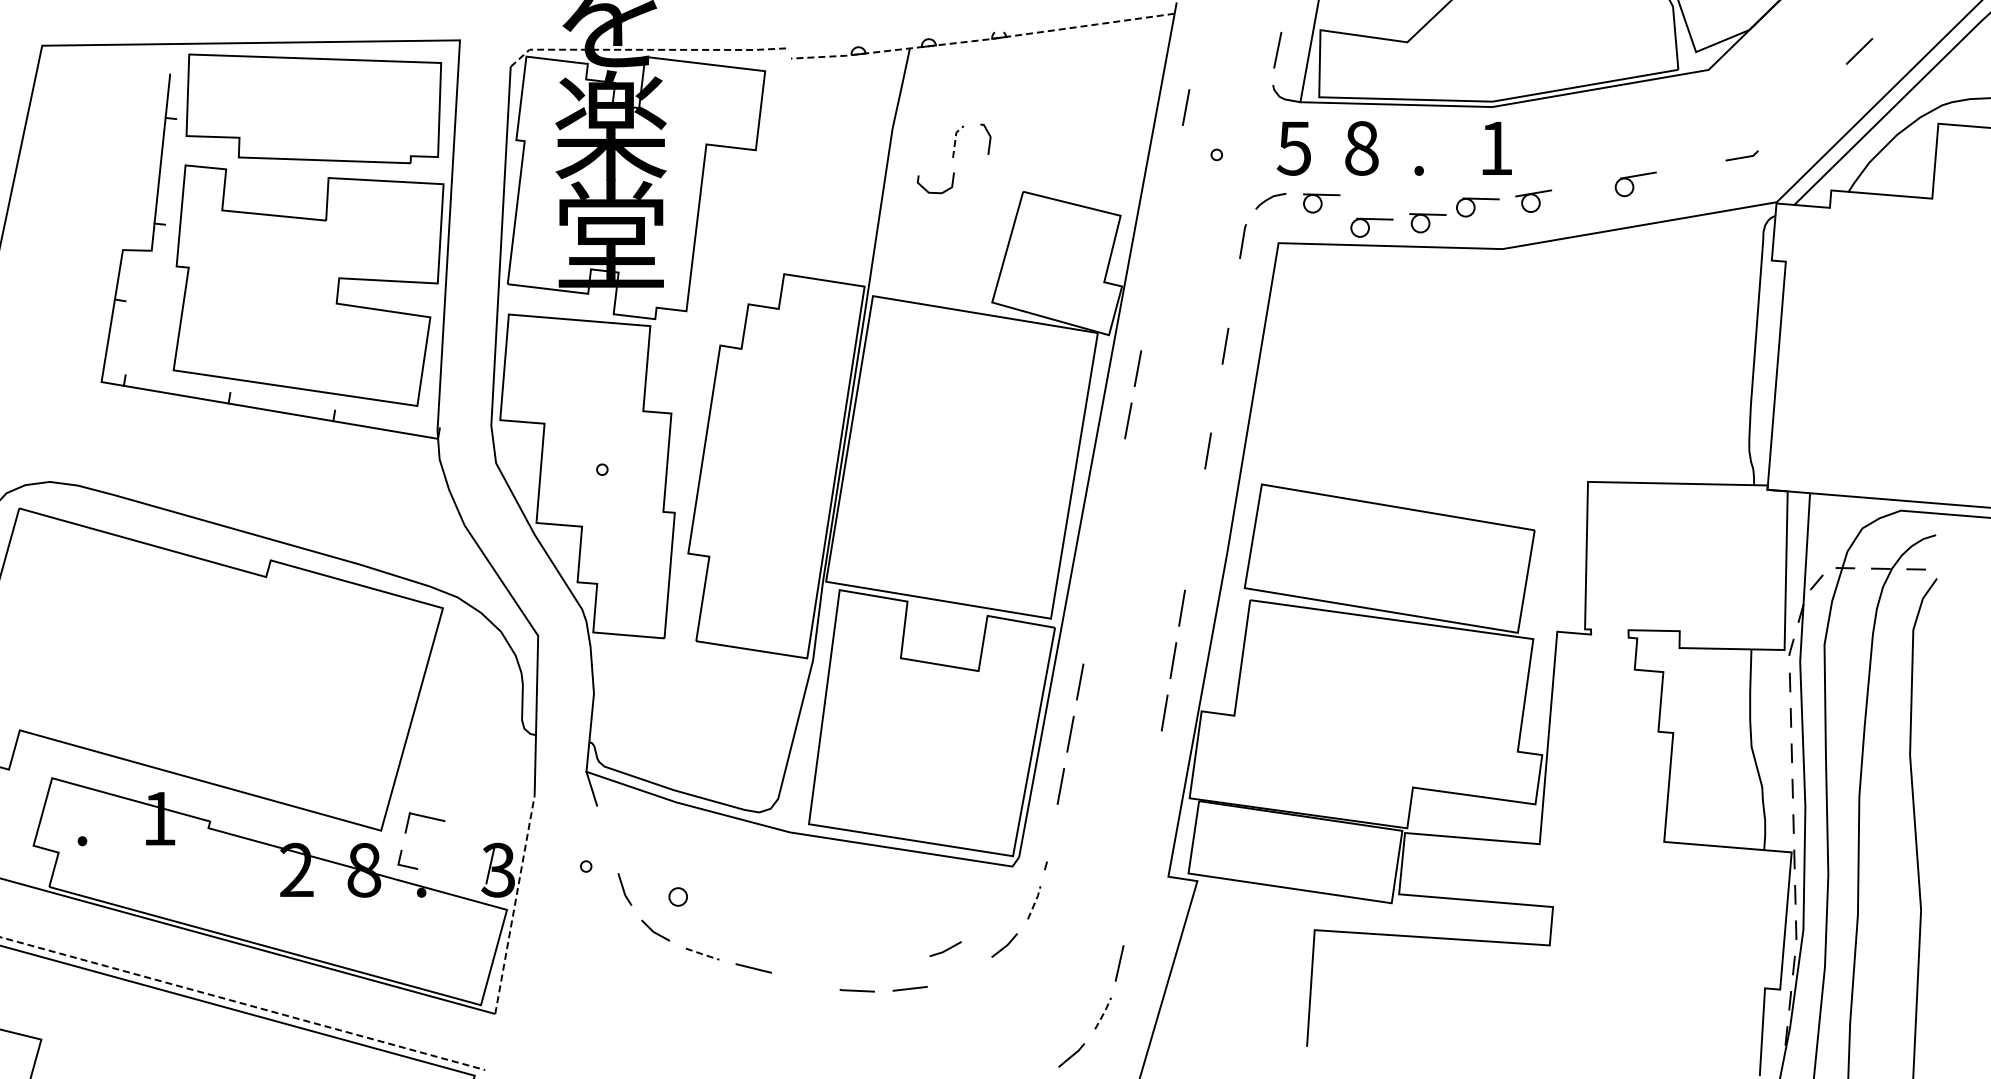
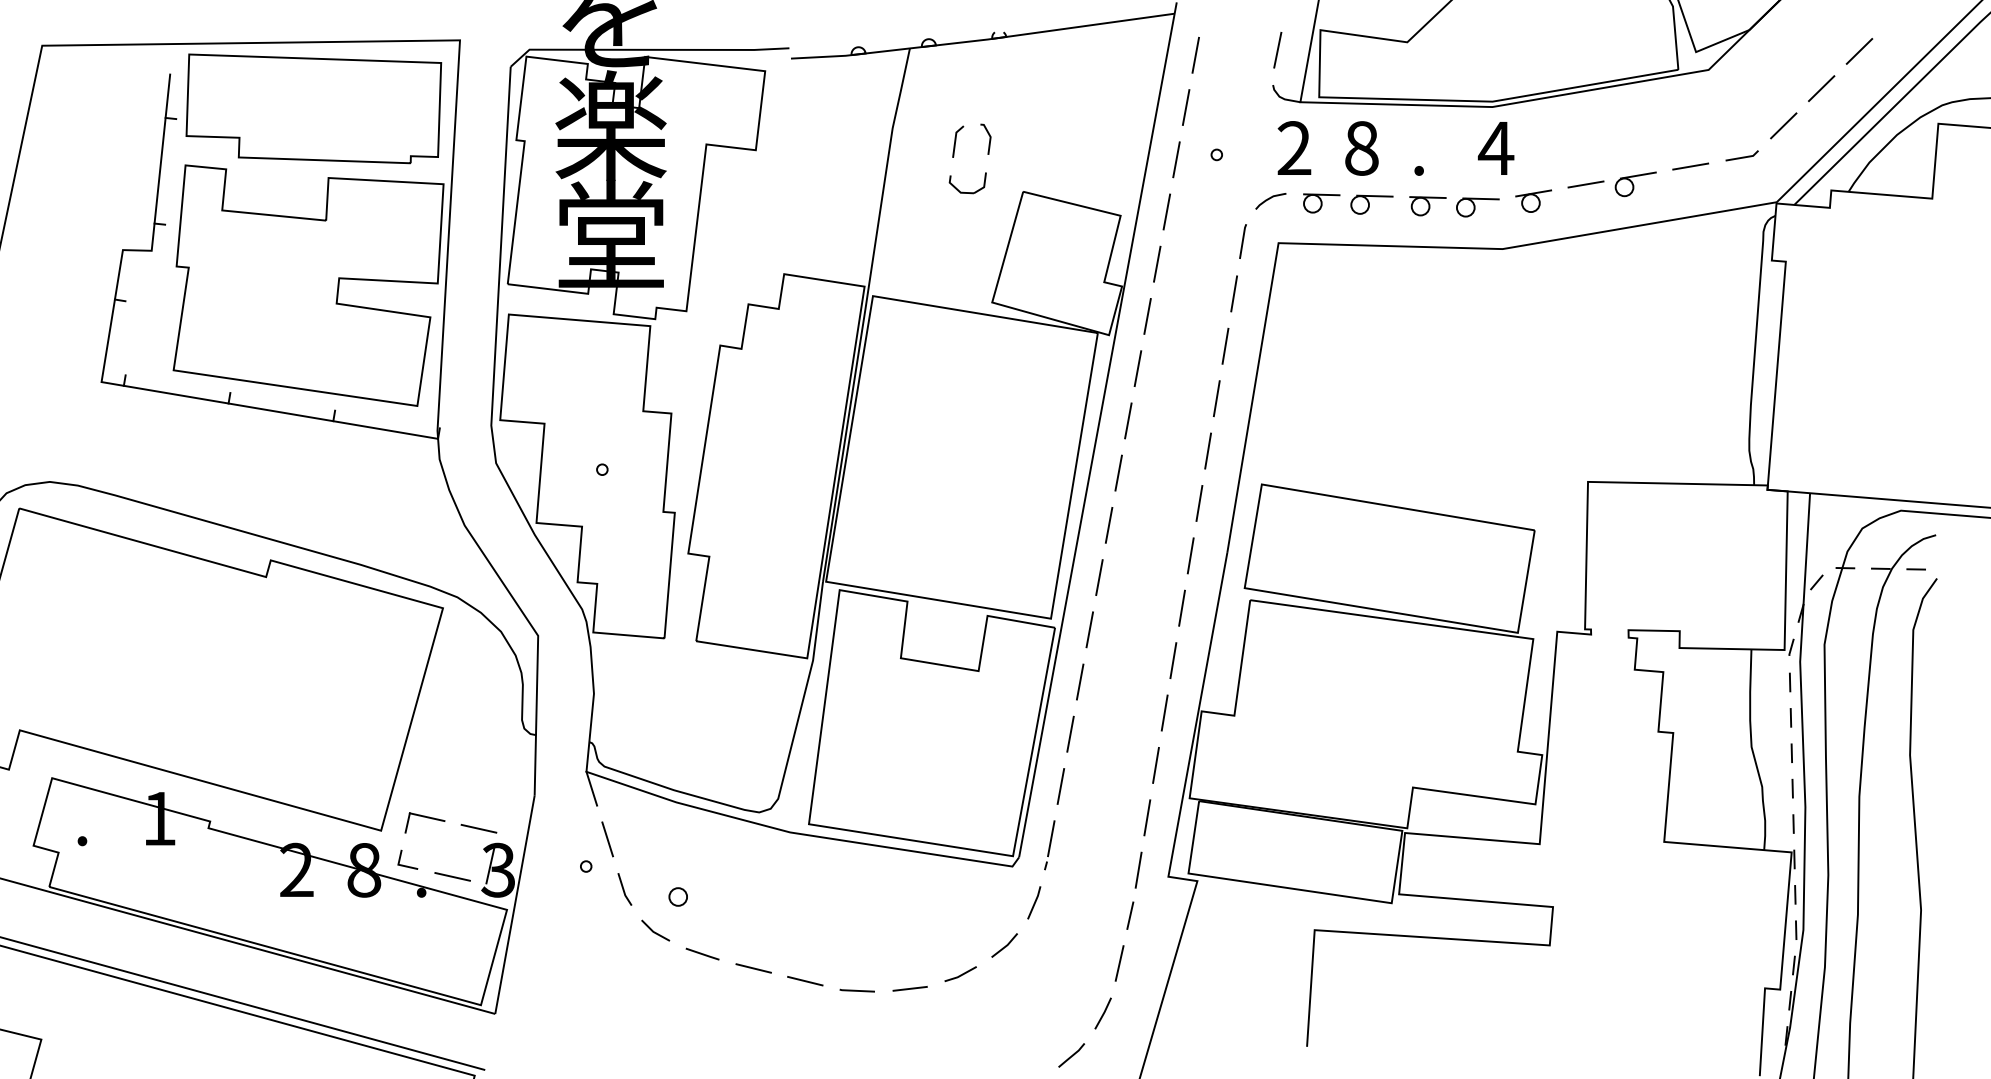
line at (983, 40): dashed -> solid
line at (647, 49): dashed -> solid
line at (1195, 54): none -> present
line at (1821, 88): none -> present
line at (1783, 125): none -> present
line at (955, 139): dashed -> solid
text at (1293, 148): 5 -> 2
text at (1495, 148): 1 -> 4
line at (1176, 159): none -> present
line at (1690, 166): none -> present
line at (1585, 184): none -> present
part at (931, 191) position: (931, 191) -> (963, 191)
line at (1166, 211): none -> present
part at (1427, 223) position: (1427, 223) -> (1427, 206)
part at (1371, 227) position: (1371, 227) -> (1371, 204)
line at (1157, 263): none -> present
line at (1234, 293): none -> present
line at (1147, 316): none -> present
line at (1216, 398): none -> present
line at (1118, 472): none -> present
line at (1199, 503): none -> present
line at (1108, 524): none -> present
line at (1190, 555): none -> present
line at (1099, 577): none -> present
line at (1089, 629): none -> present
line at (1155, 765): none -> present
line at (1147, 817): none -> present
line at (478, 828): none -> present
line at (1051, 838): none -> present
line at (607, 839): none -> present
line at (1138, 869): none -> present
line at (452, 876): none -> present
line at (1035, 902): dashed -> solid
line at (514, 904): dashed -> solid
line at (1130, 915): none -> present
line at (945, 949) position: (945, 949) -> (960, 974)
line at (703, 954): dashed -> solid
line at (805, 980): none -> present
line at (243, 1003): dashed -> solid
line at (1104, 1012): dashed -> solid
